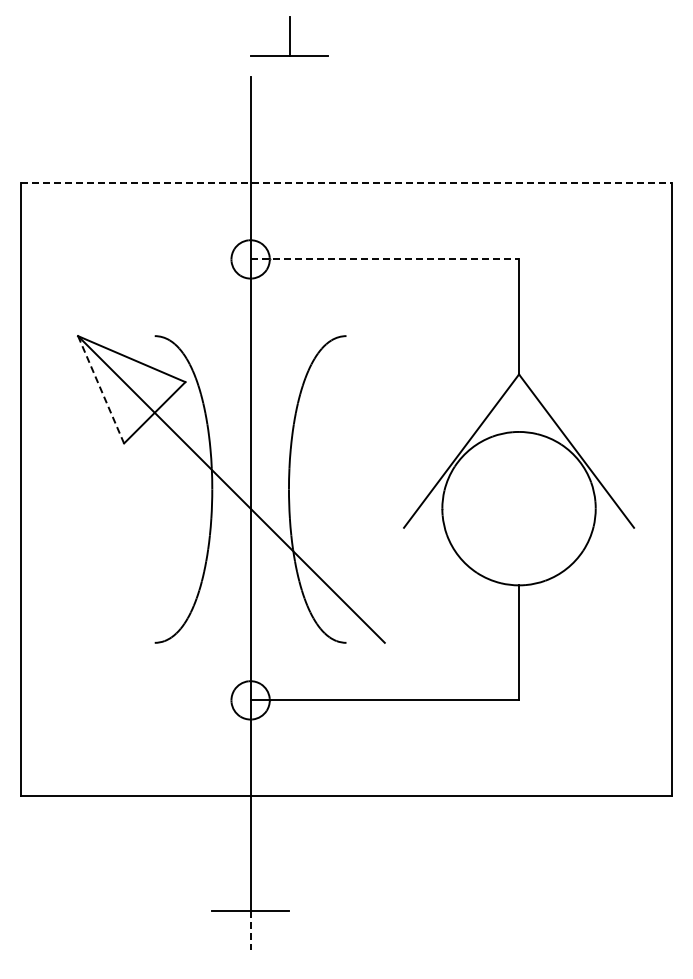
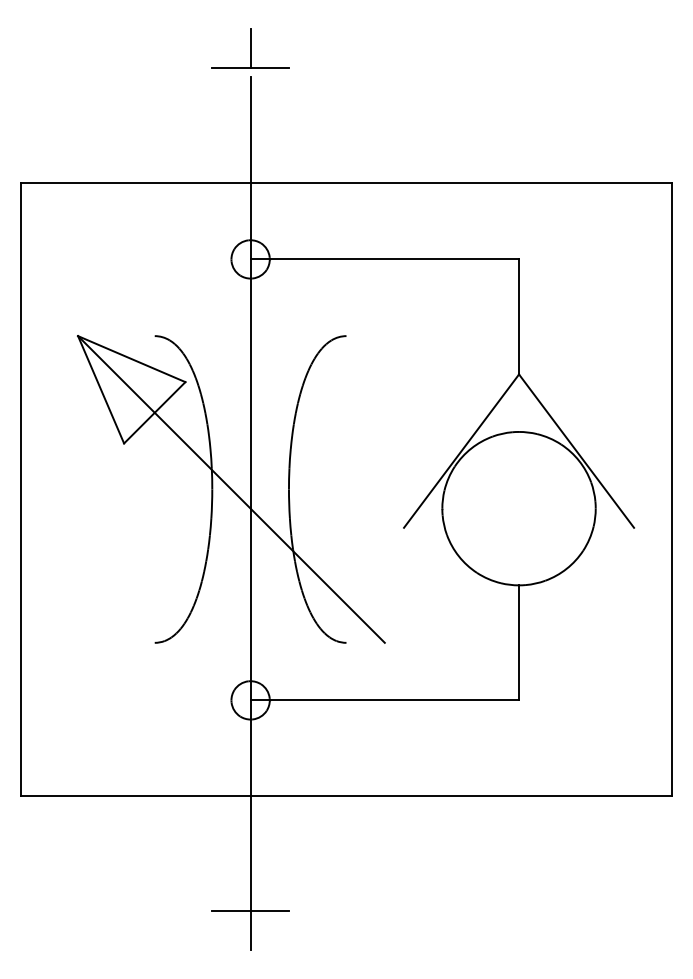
part at (289, 36) position: (289, 36) -> (250, 48)
line at (346, 182): dashed -> solid
line at (385, 259): dashed -> solid
line at (101, 390): dashed -> solid
line at (250, 930): dashed -> solid
